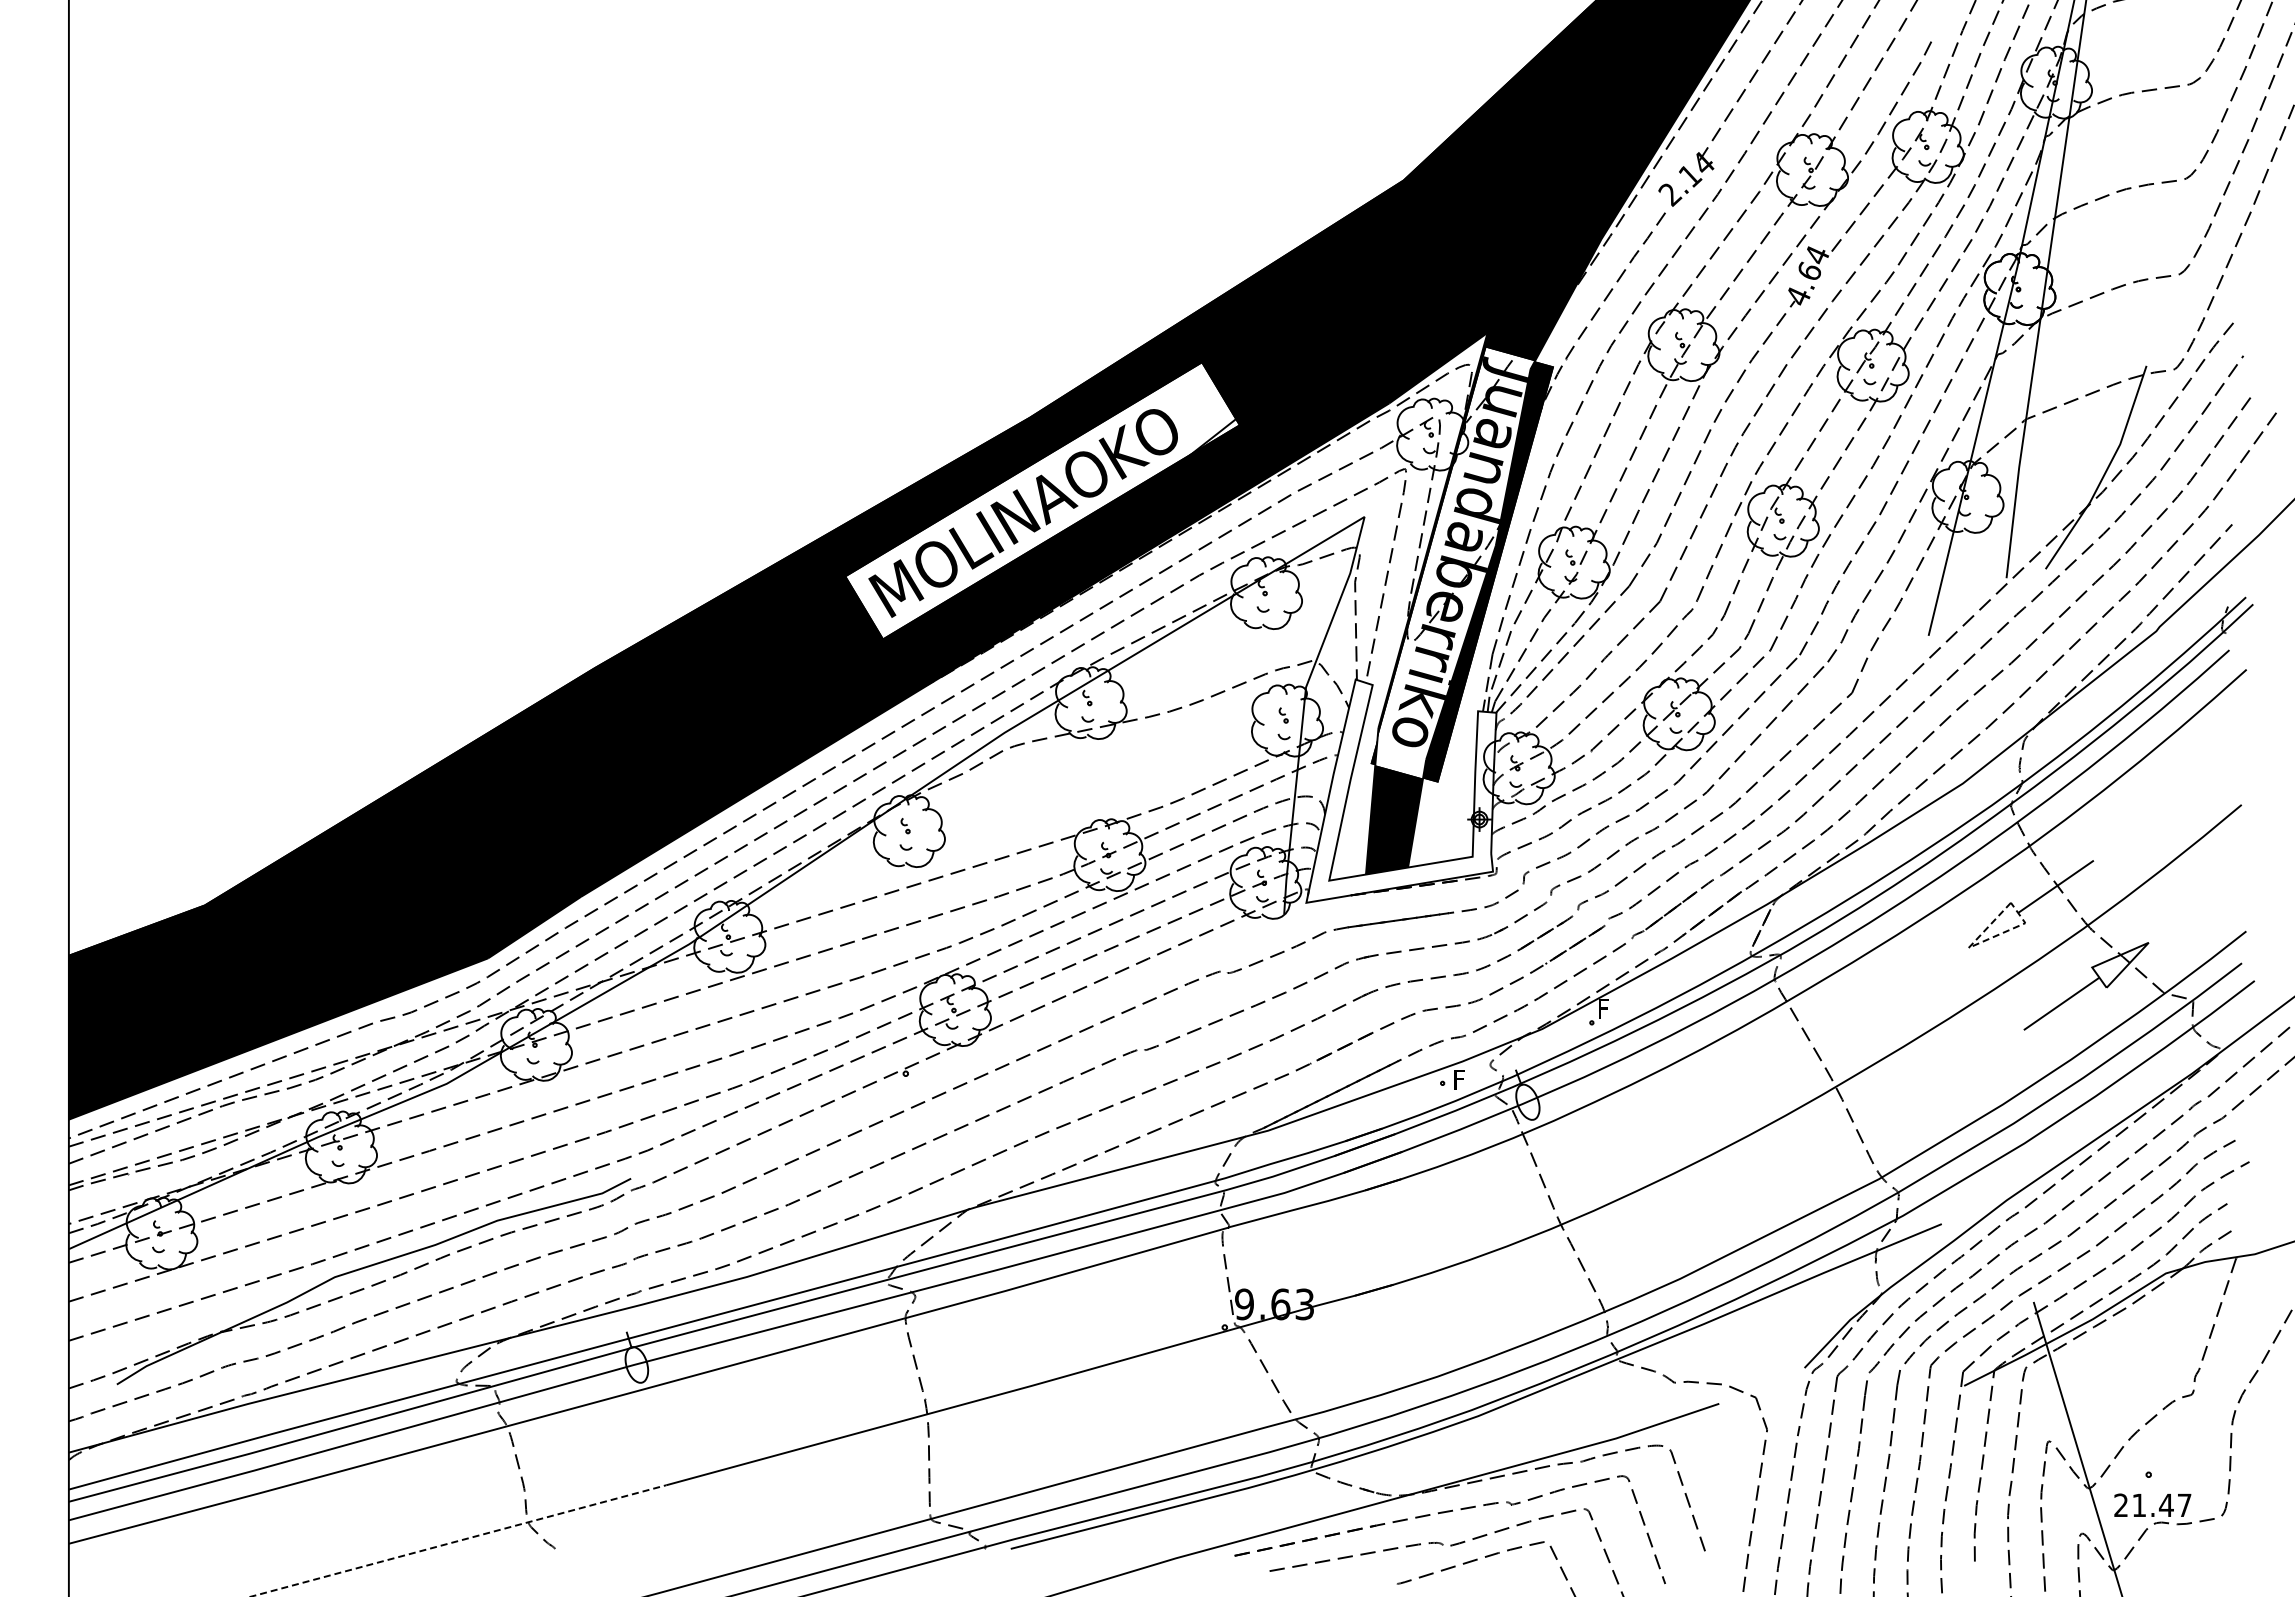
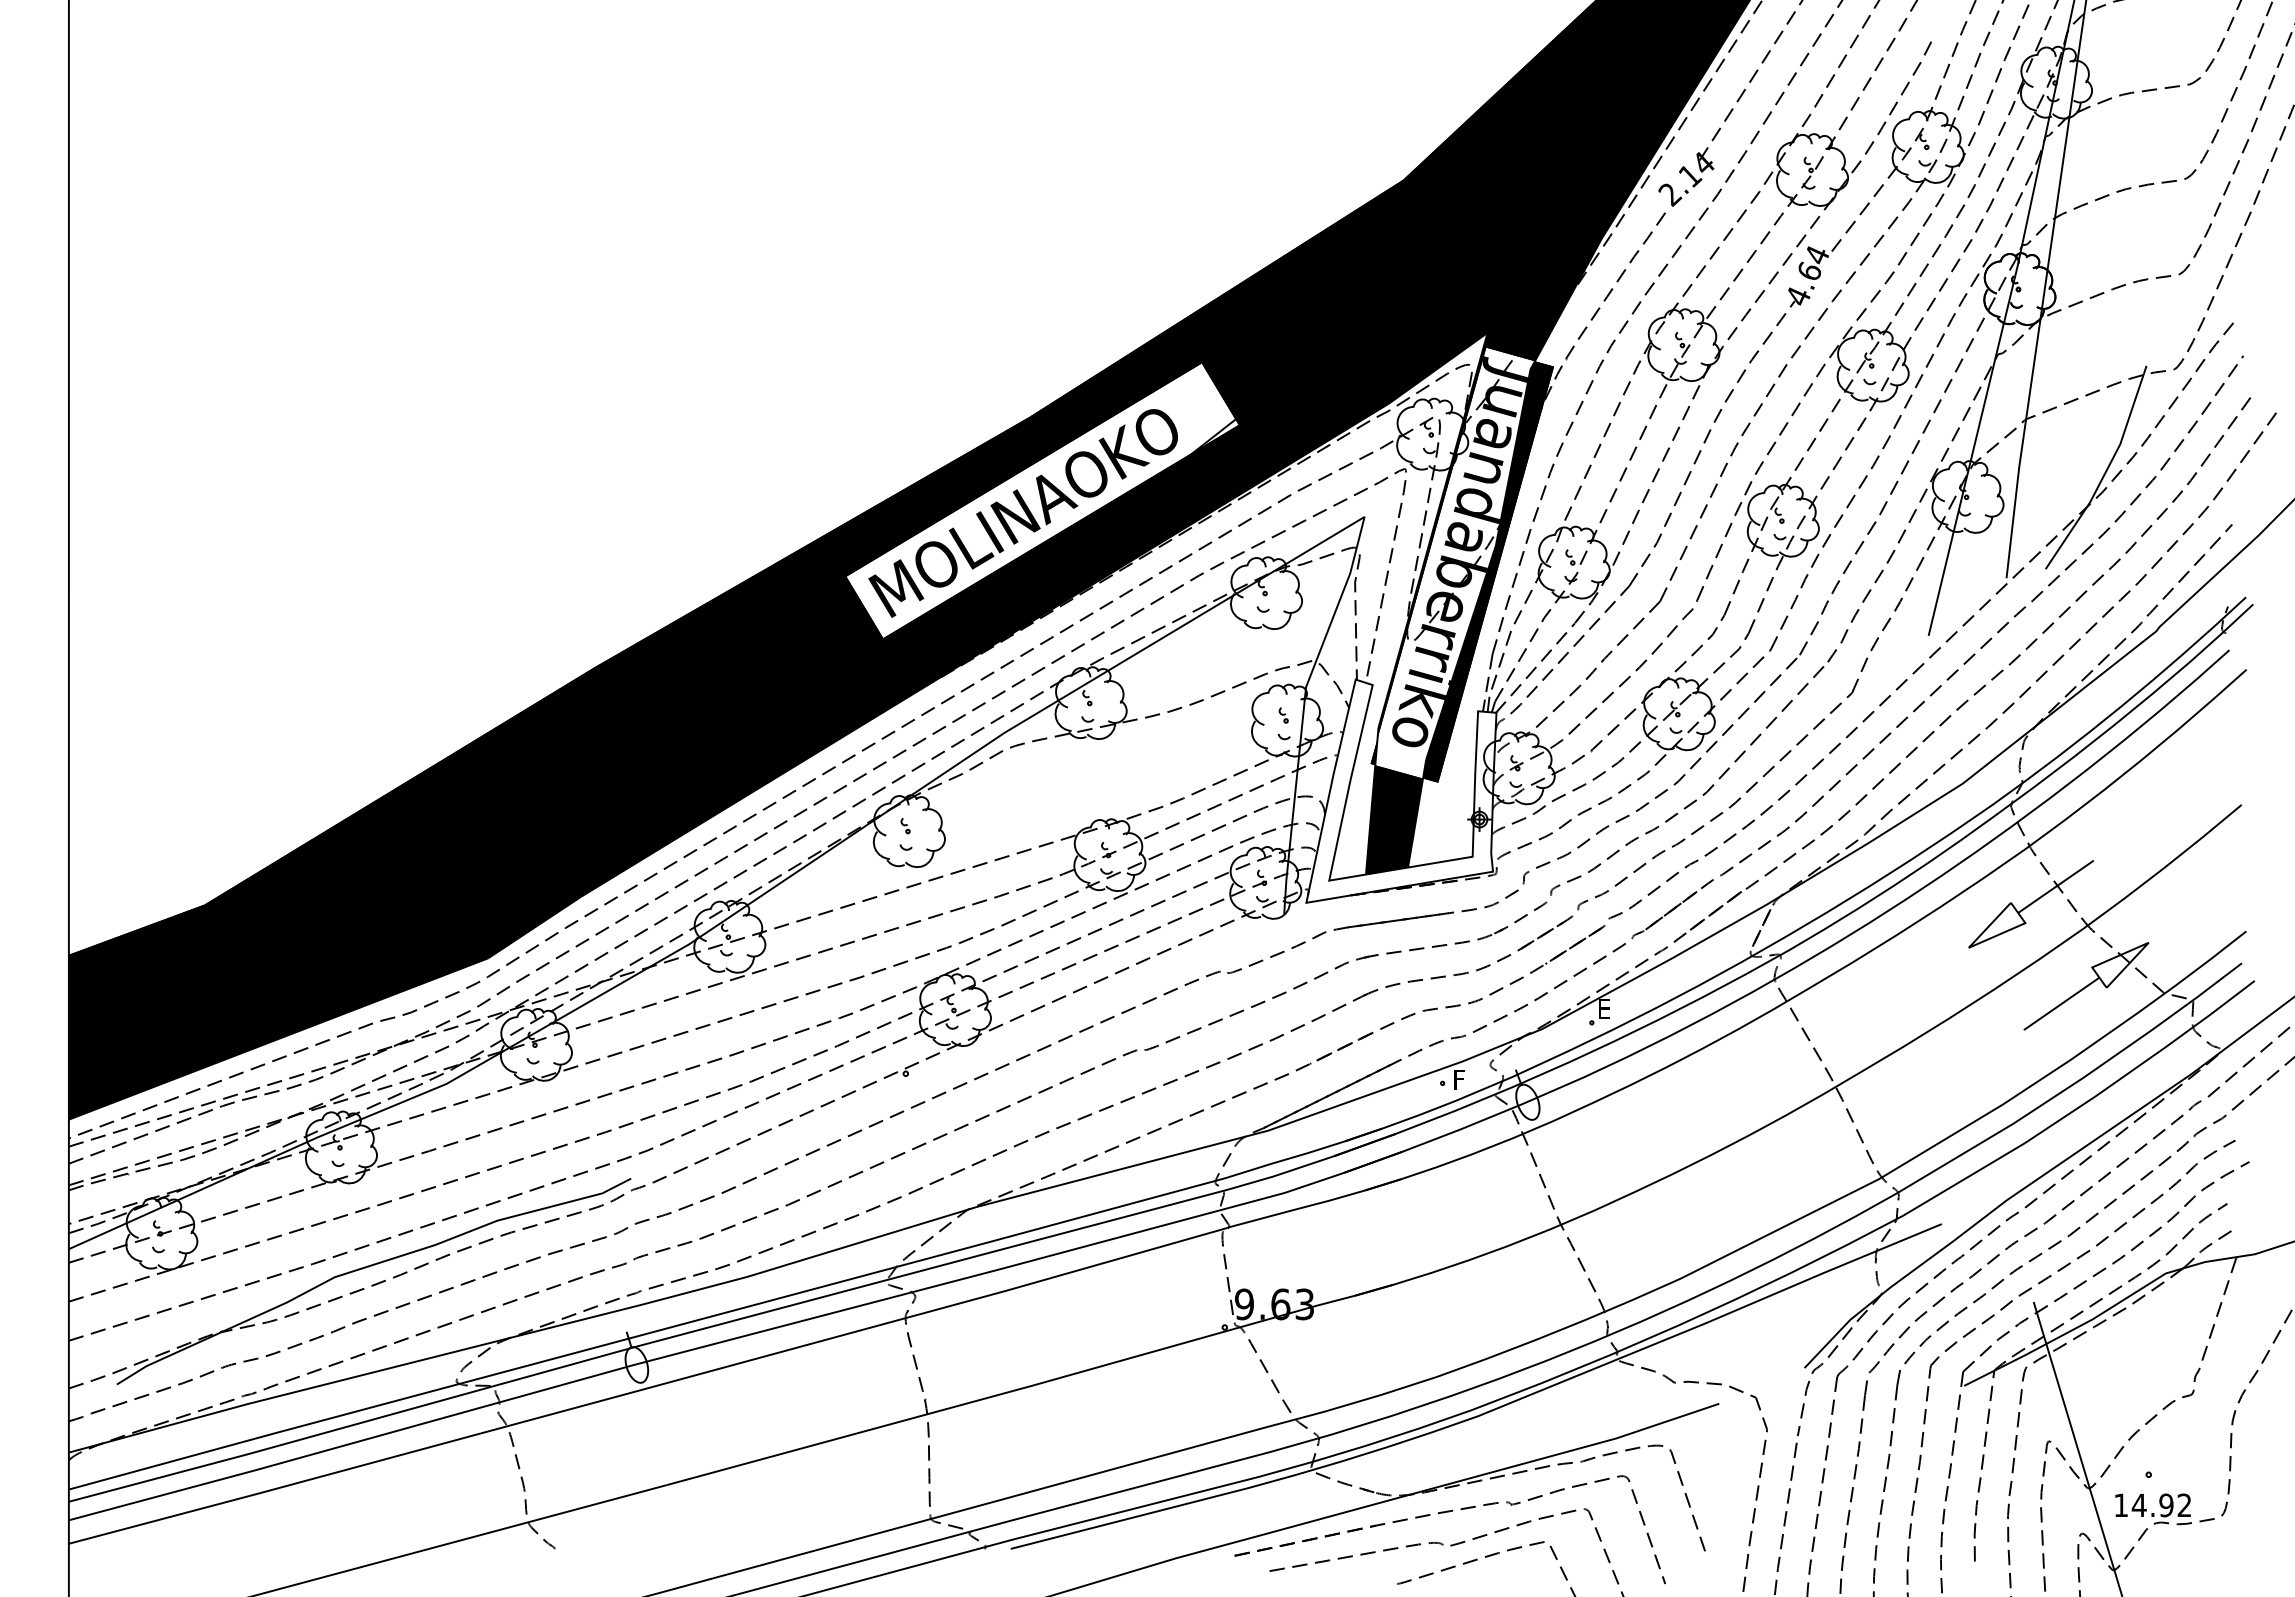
line at (1980, 942): dashed -> solid
text at (1605, 1008): F -> E
text at (2152, 1505): 21.47 -> 14.92
line at (458, 1540): dashed -> solid
